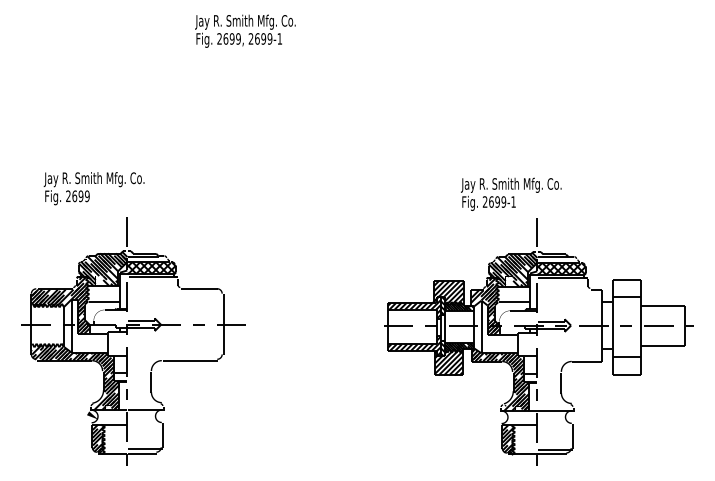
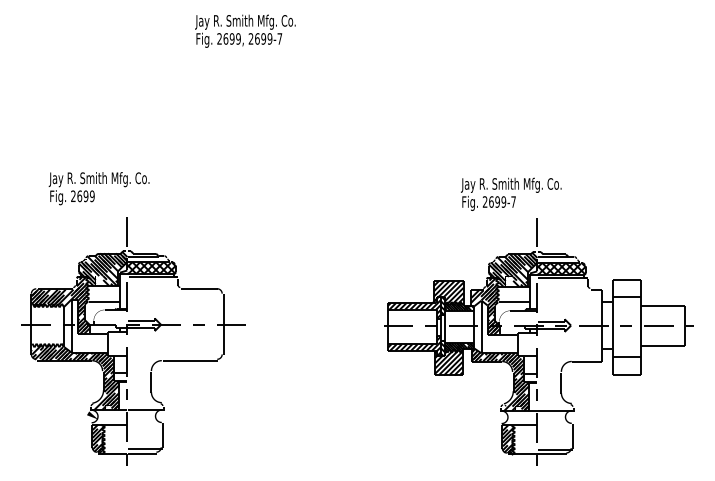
text at (279, 38): 2699-1 -> 2699-7
text at (93, 188) position: (93, 188) -> (98, 188)
text at (513, 201): 2699-1 -> 2699-7
